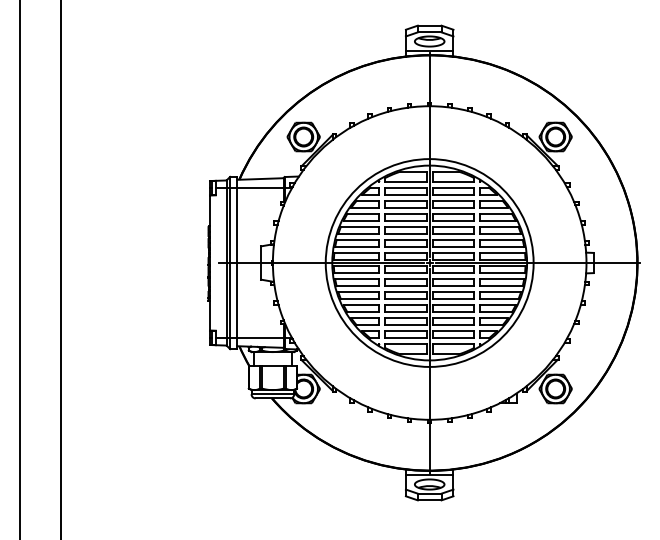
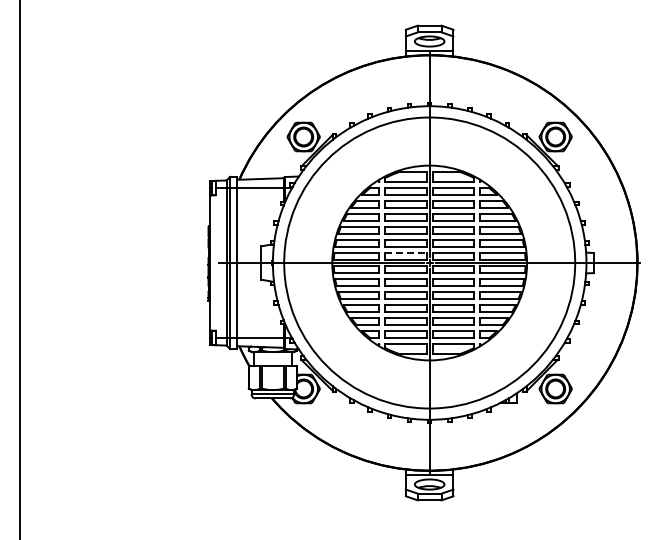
line at (405, 252): solid -> dashed
circle at (429, 262) diameter: 208 px -> 291 px
line at (61, 269): present -> none
